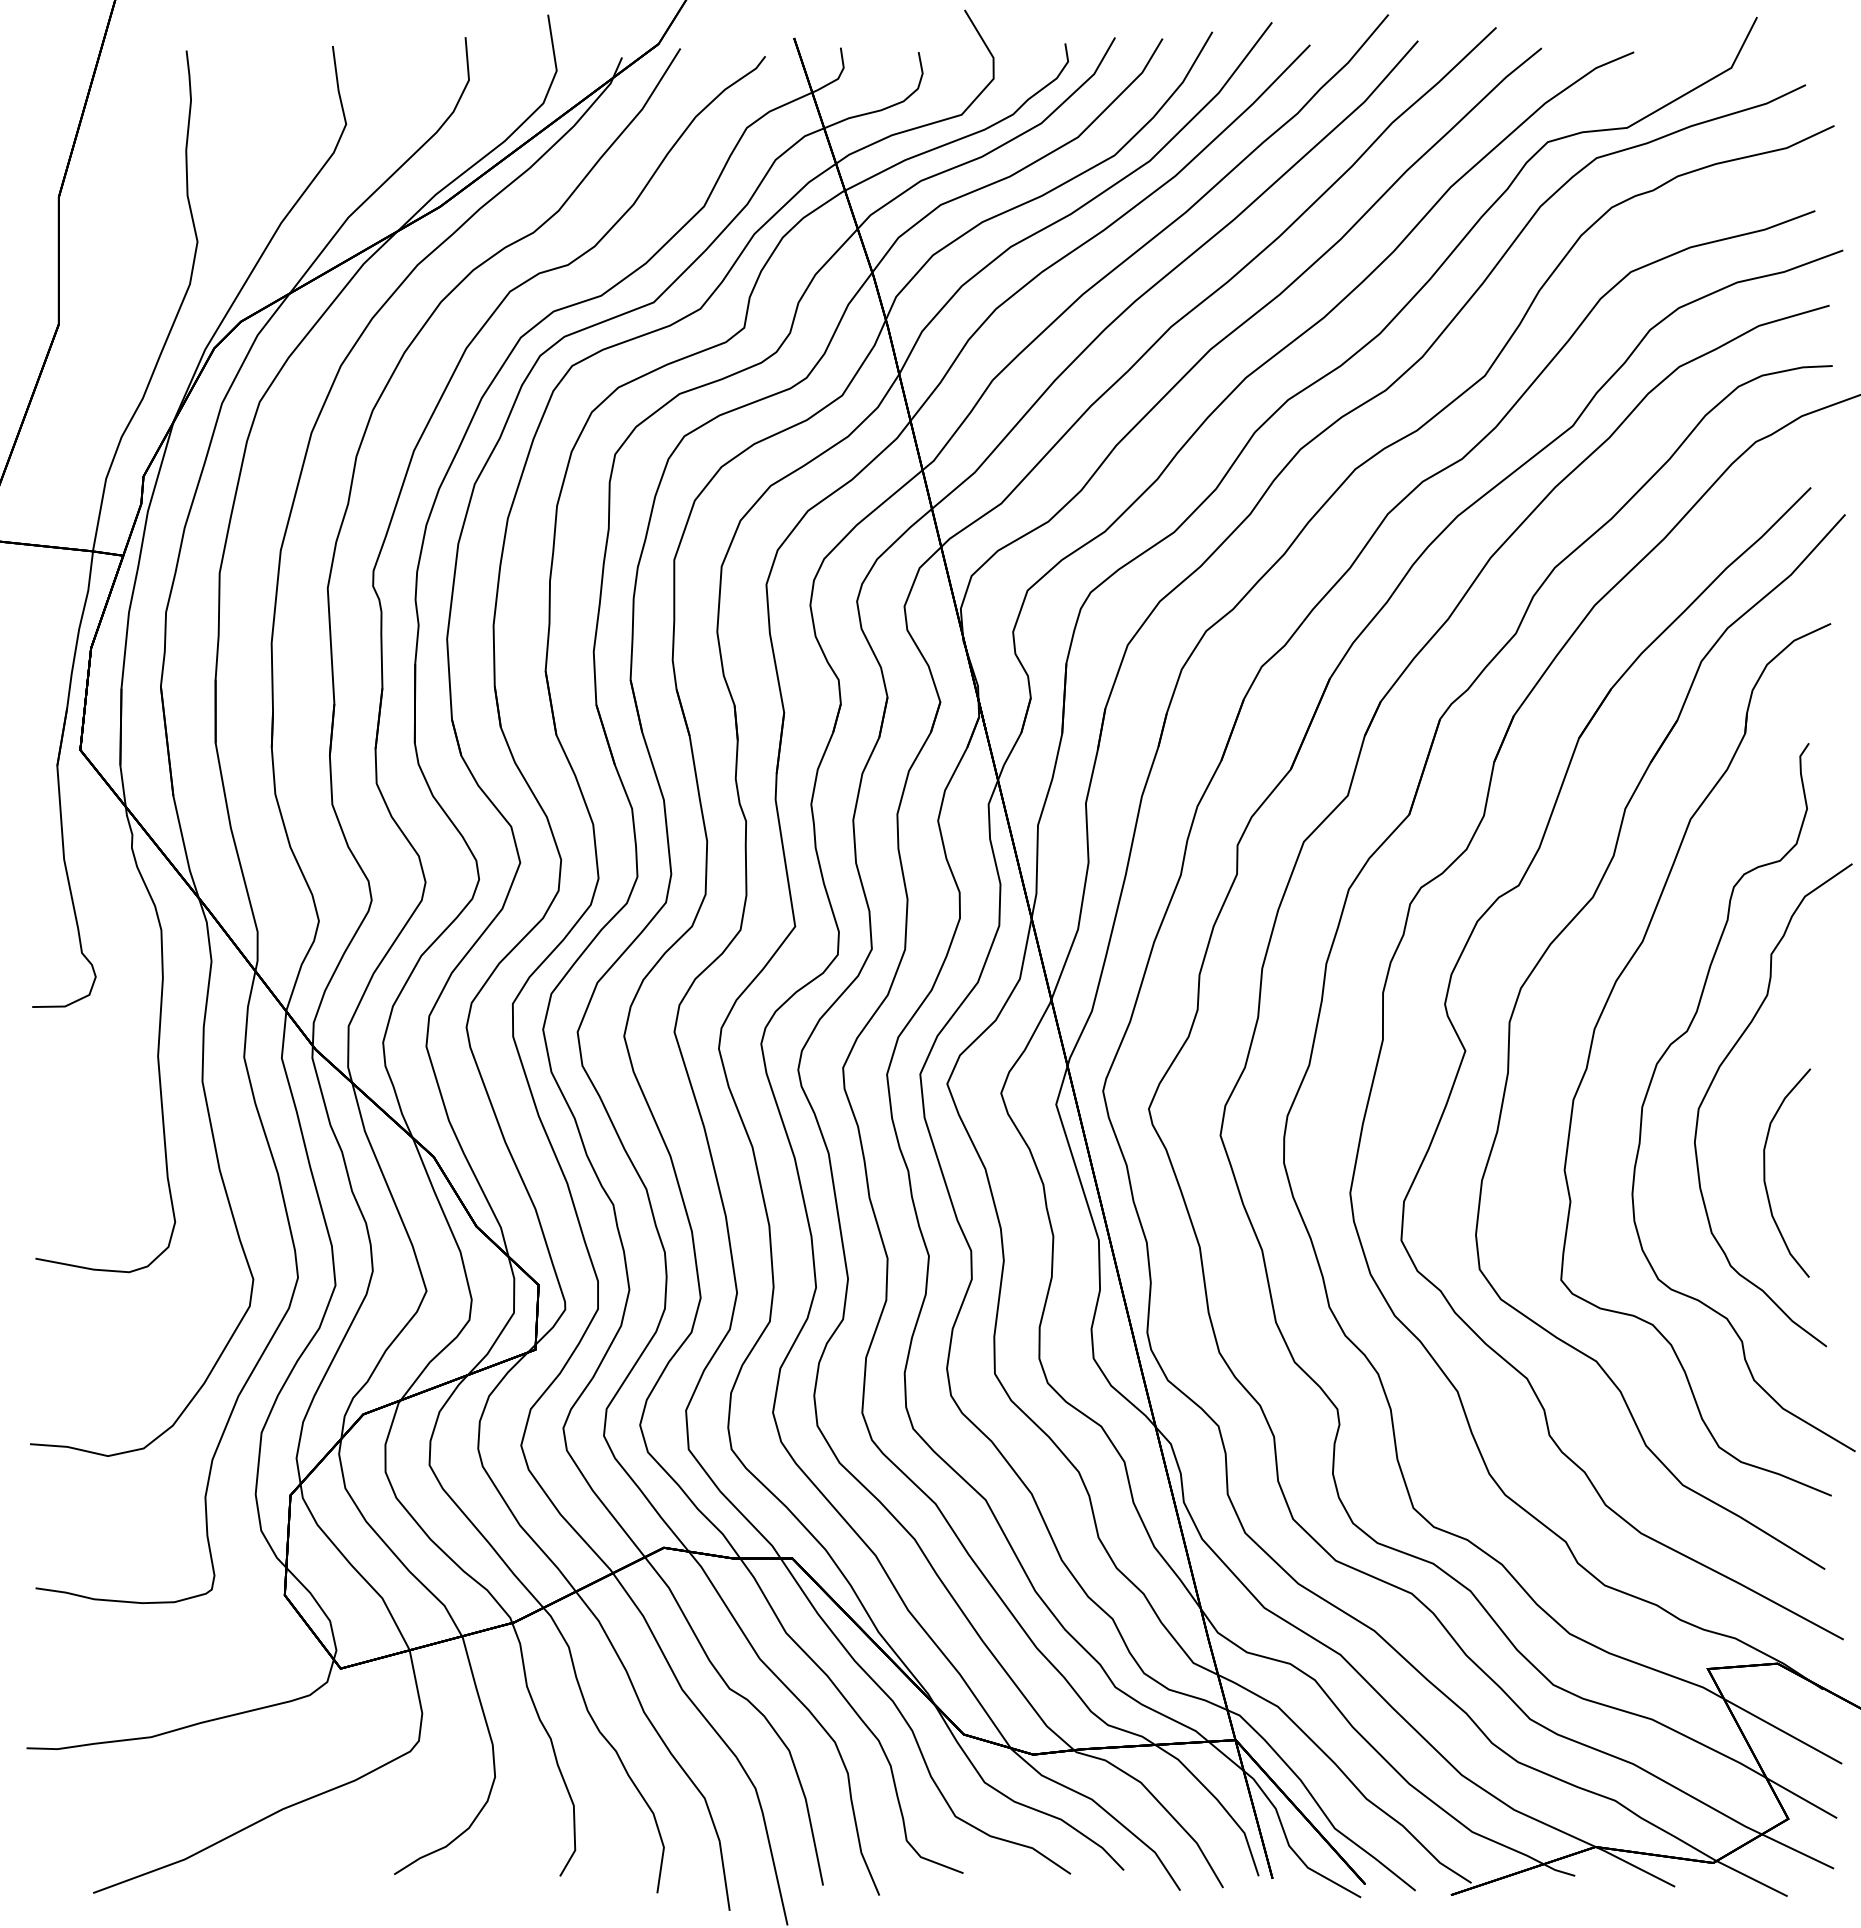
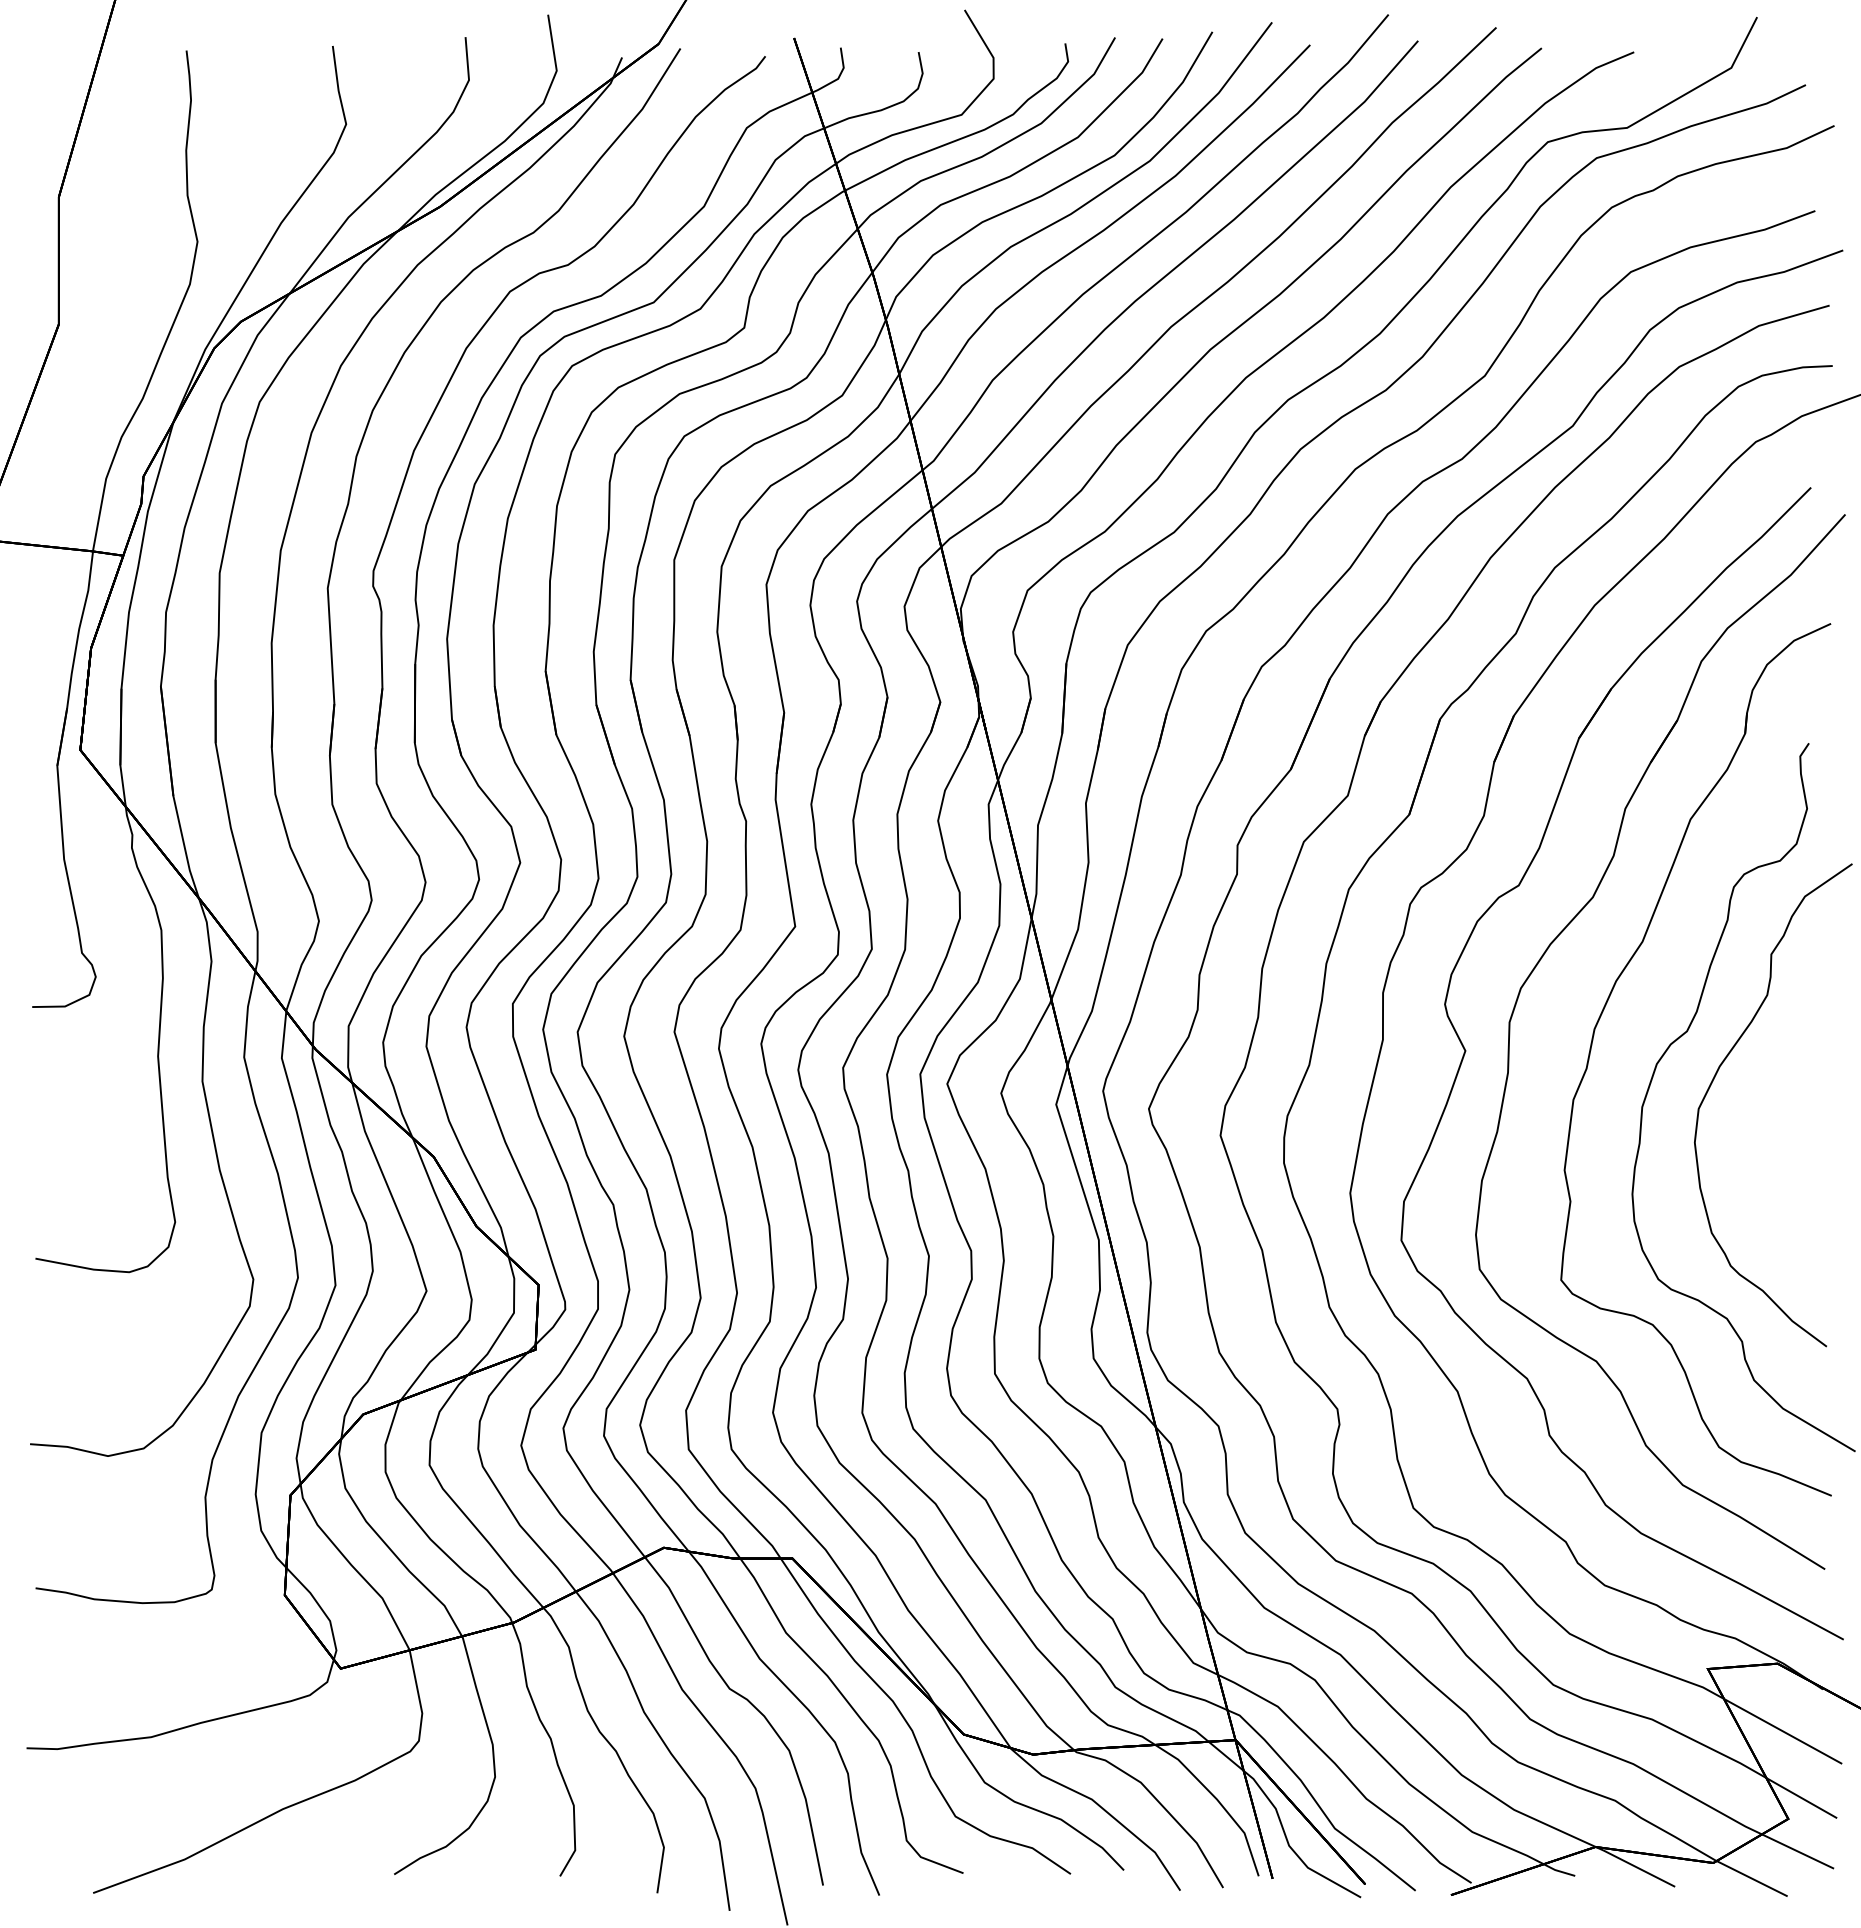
curve at (1765, 1172): present -> none
